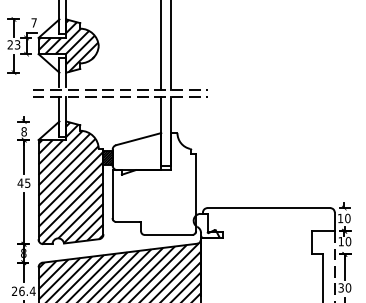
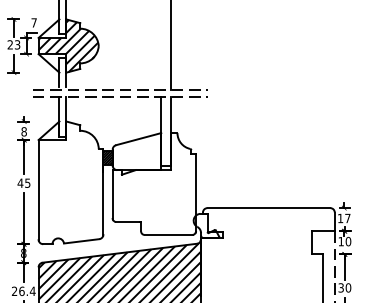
line at (161, 46): present -> none
hatch at (70, 183): present -> none
text at (347, 218): 10 -> 17
